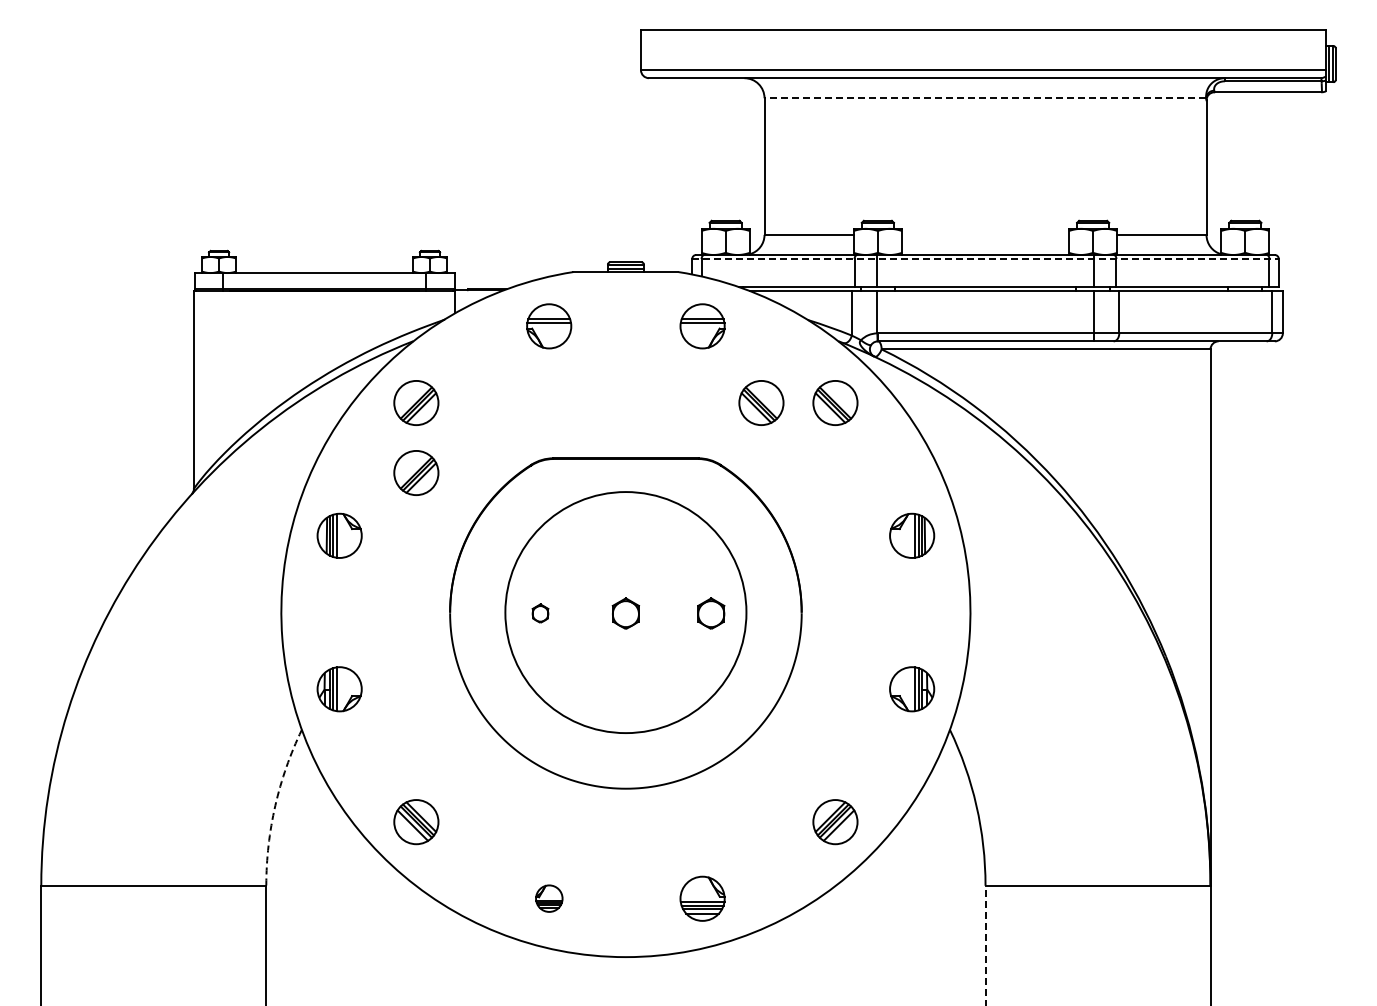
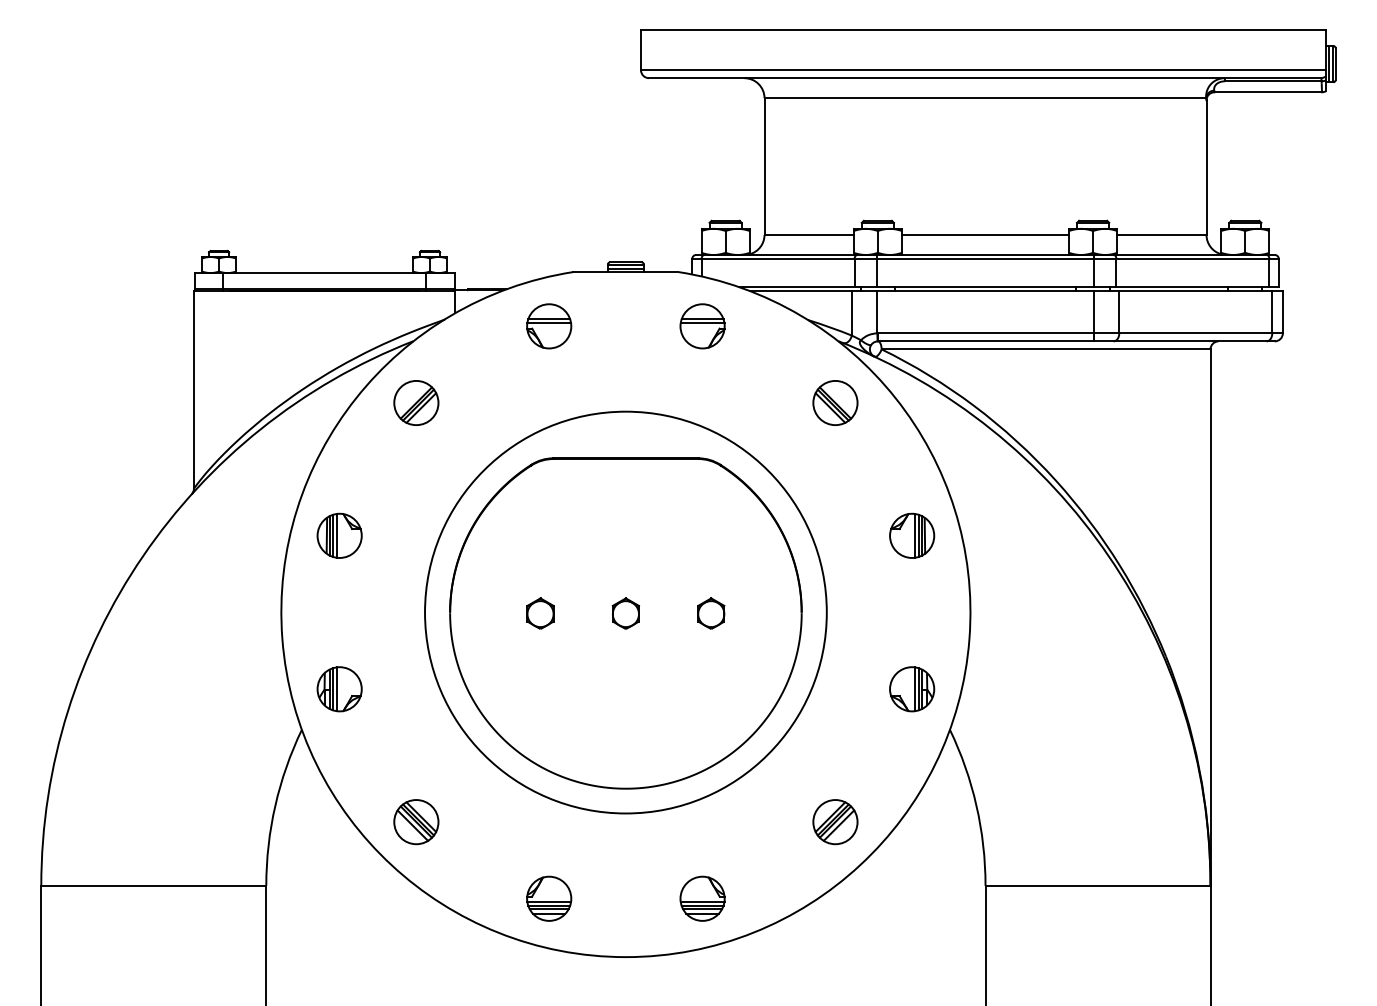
line at (985, 98): dashed -> solid
line at (985, 234): none -> present
line at (986, 259): dashed -> solid
part at (761, 402): present -> none
part at (416, 472): present -> none
circle at (625, 612) diameter: 241 px -> 402 px
part at (540, 613) size: 19x21 px -> 29x33 px
arc at (275, 805): dashed -> solid
part at (549, 898) size: 29x29 px -> 47x47 px
line at (985, 945): dashed -> solid
